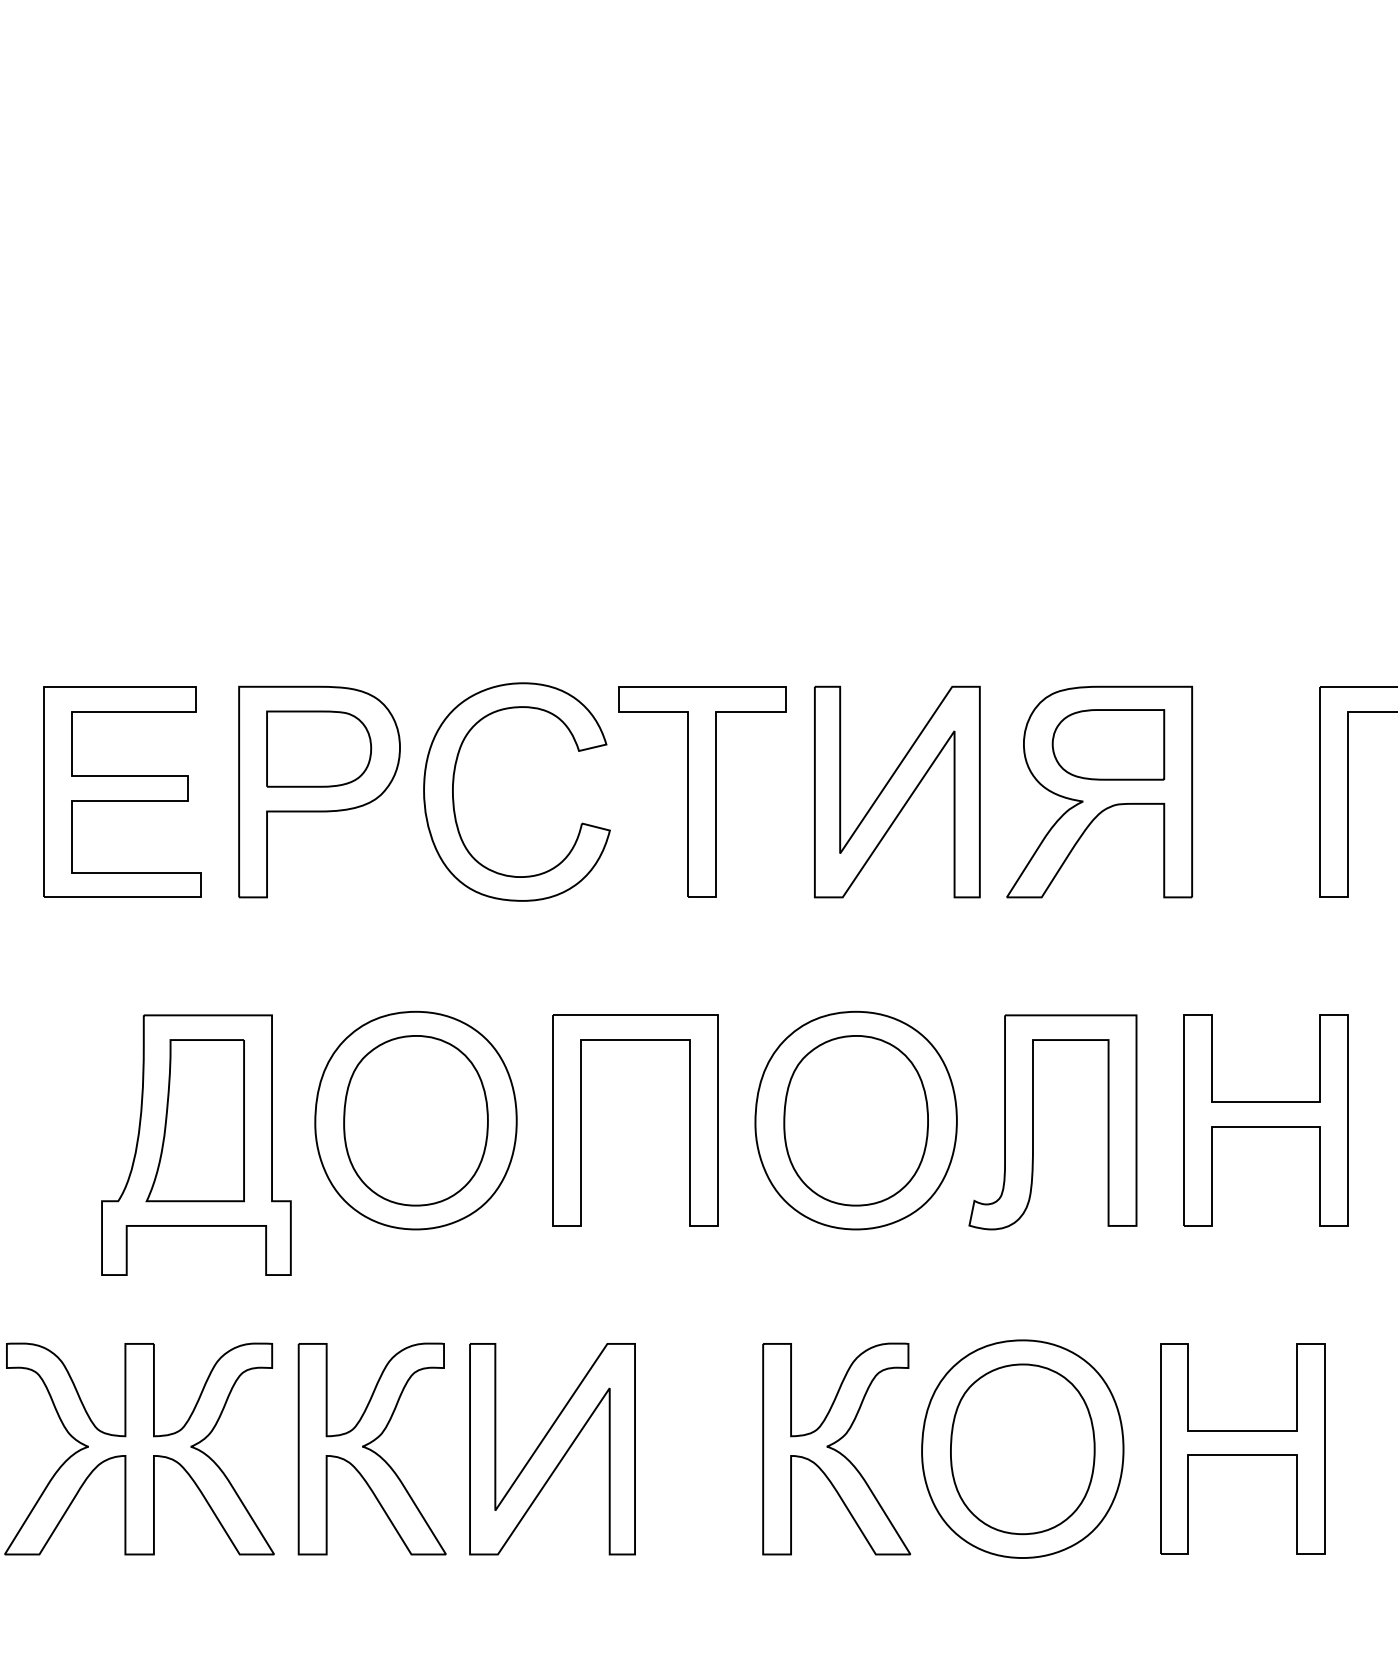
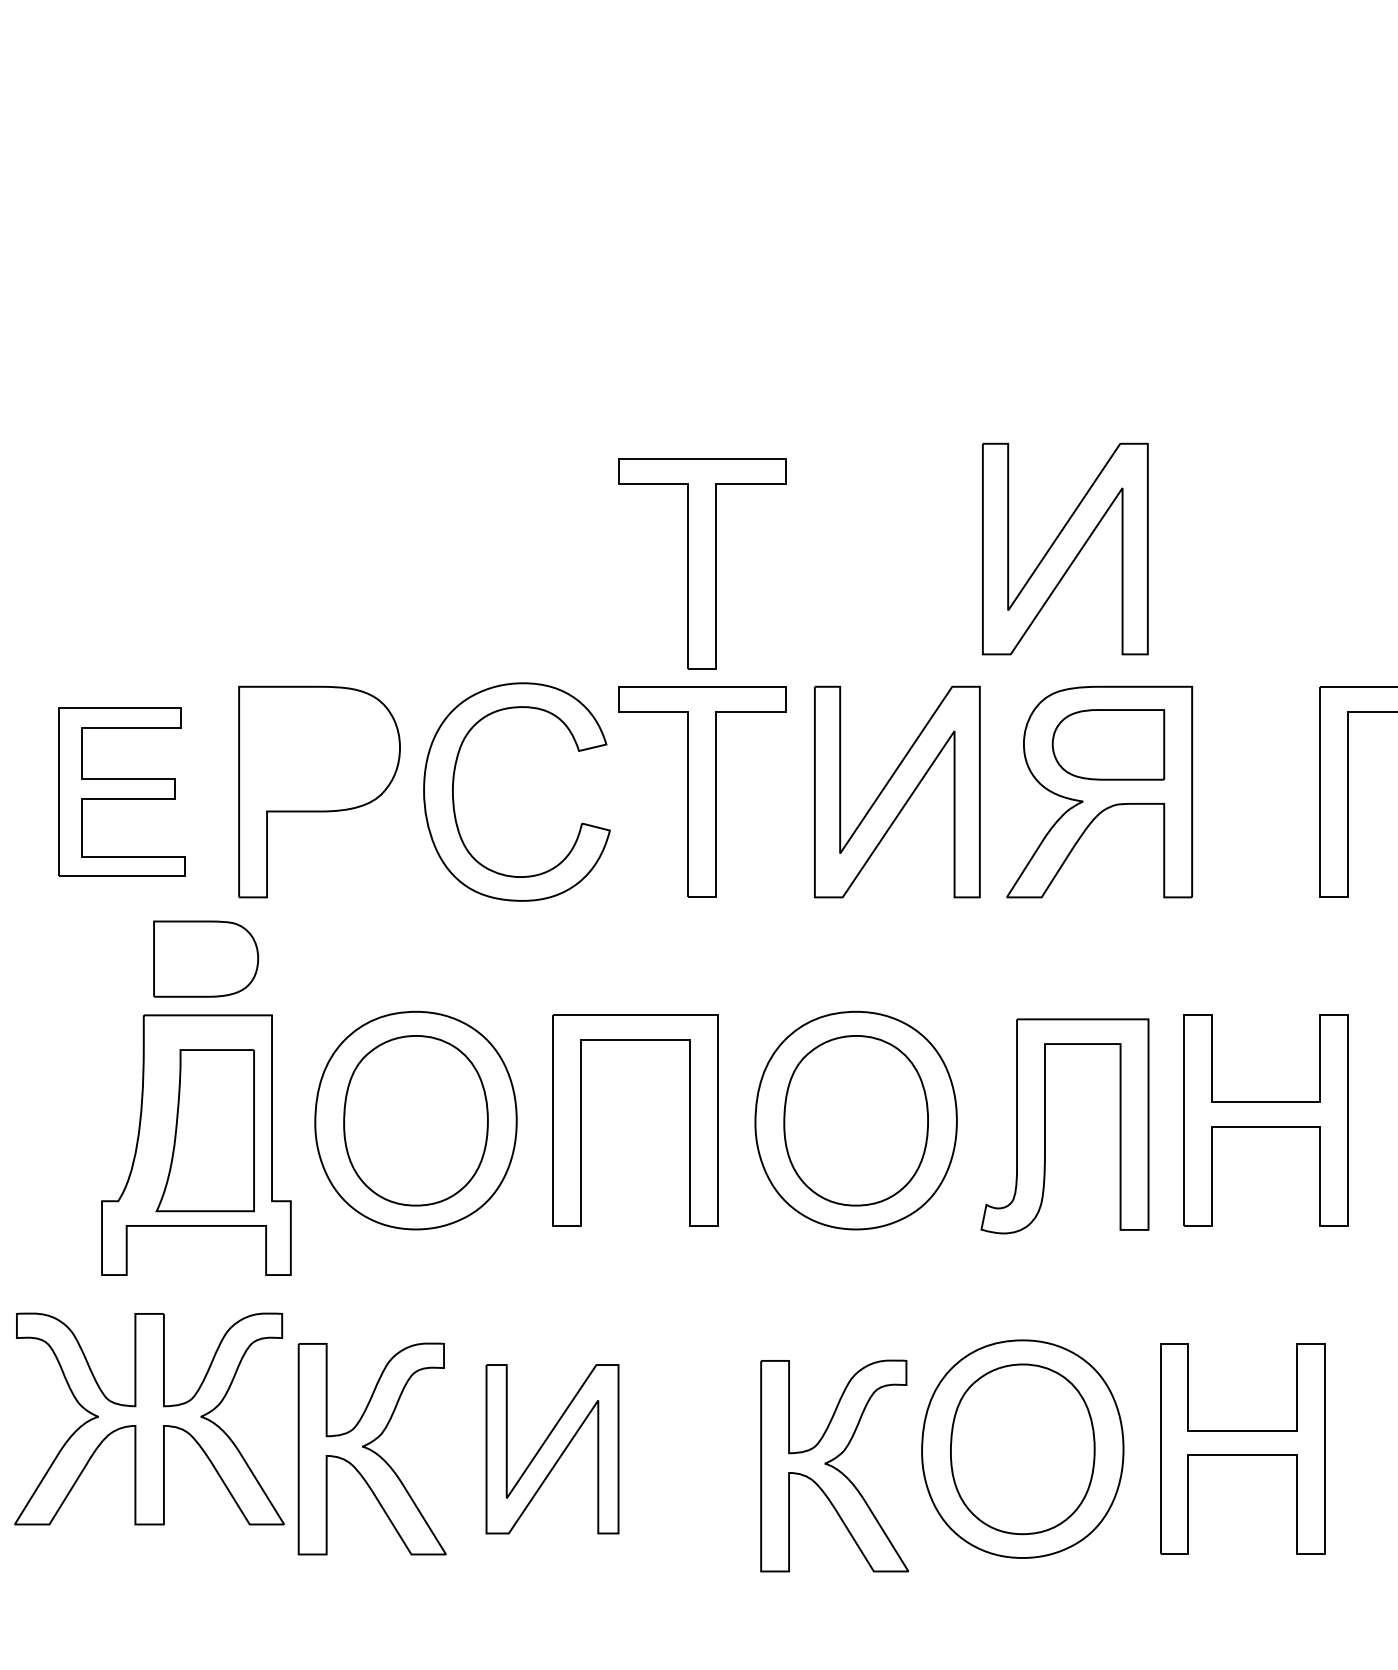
part at (1065, 548): none -> present
part at (702, 563): none -> present
part at (319, 748) position: (319, 748) -> (206, 958)
part at (122, 791) size: 159x212 px -> 128x170 px
part at (194, 1120) position: (194, 1120) -> (204, 1130)
part at (1033, 1122) position: (1033, 1122) -> (1045, 1126)
part at (139, 1448) position: (139, 1448) -> (149, 1418)
part at (836, 1448) position: (836, 1448) -> (834, 1465)
part at (552, 1449) size: 167x213 px -> 135x171 px
